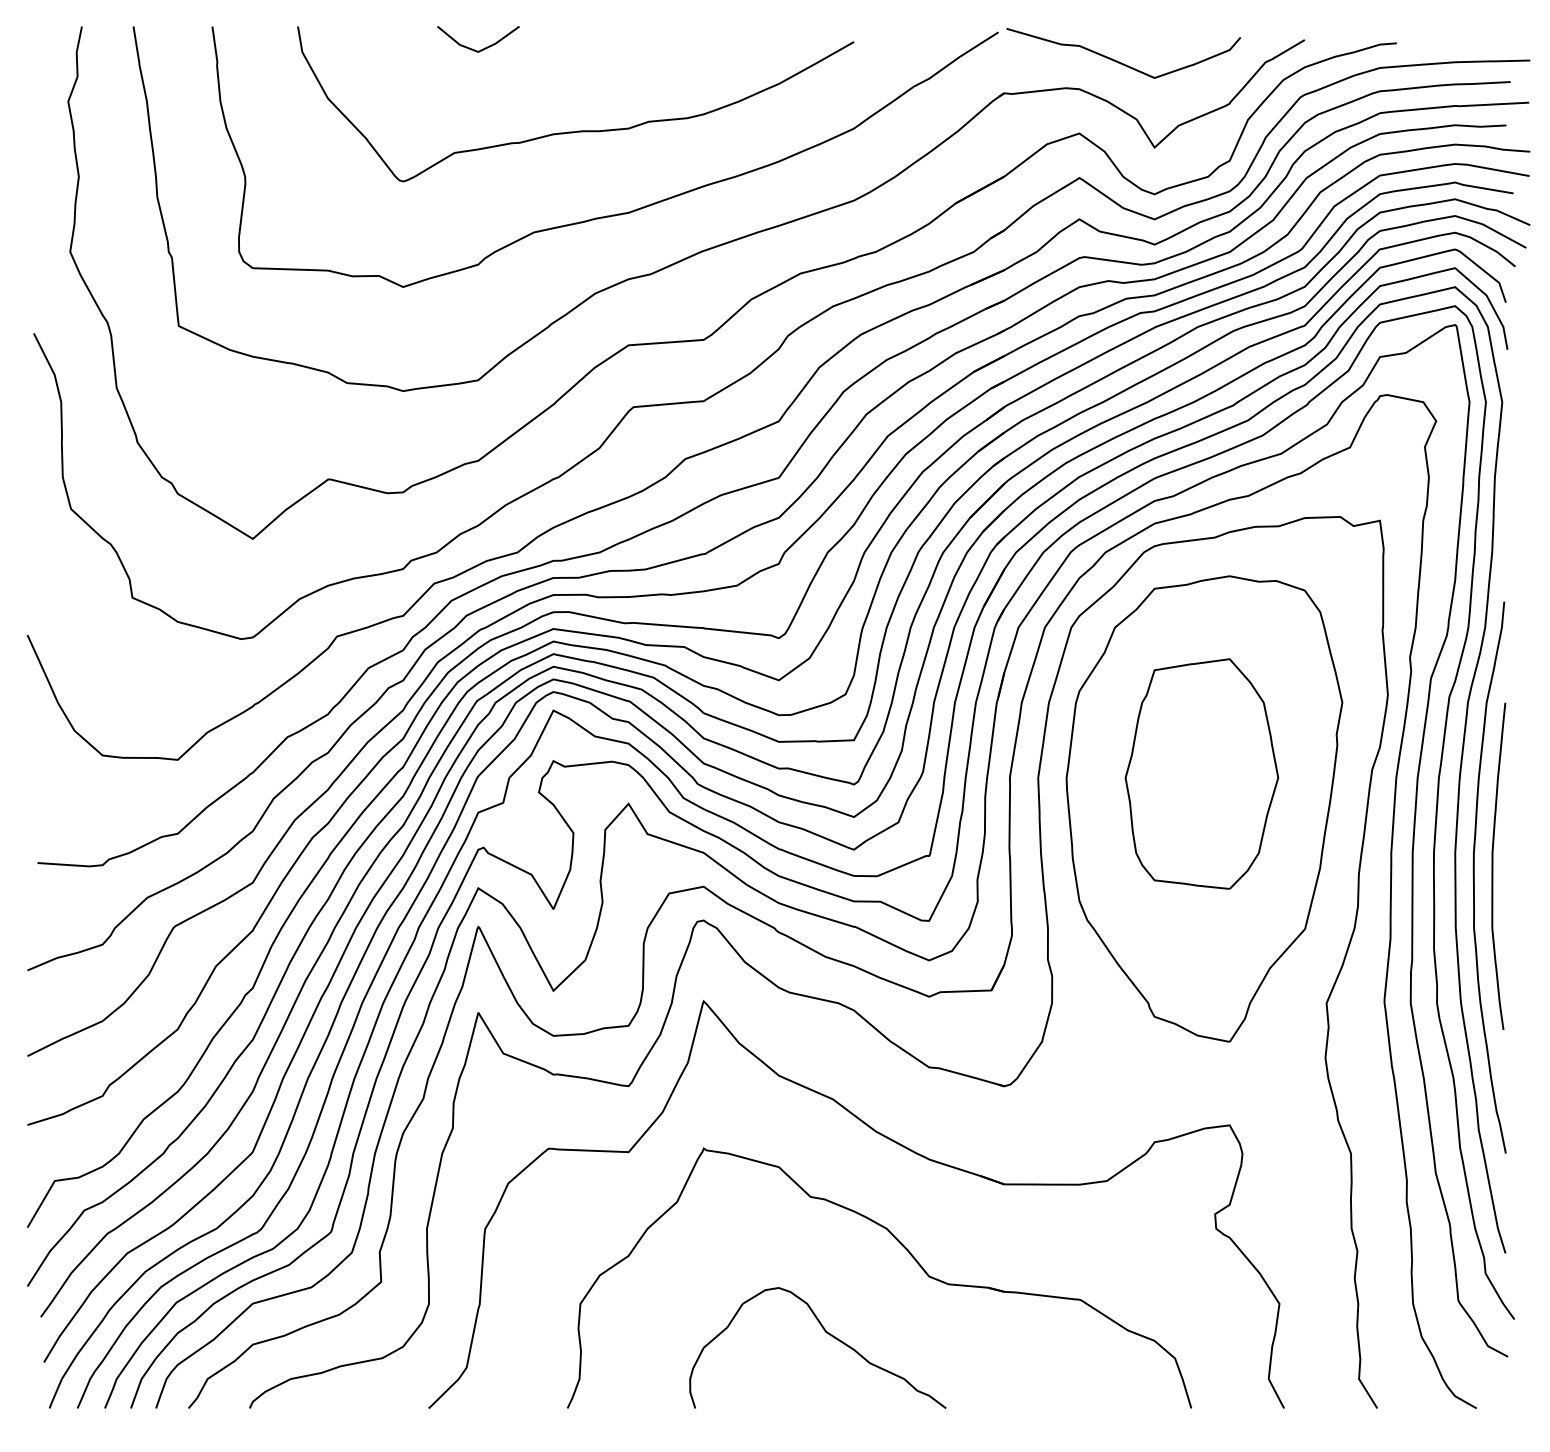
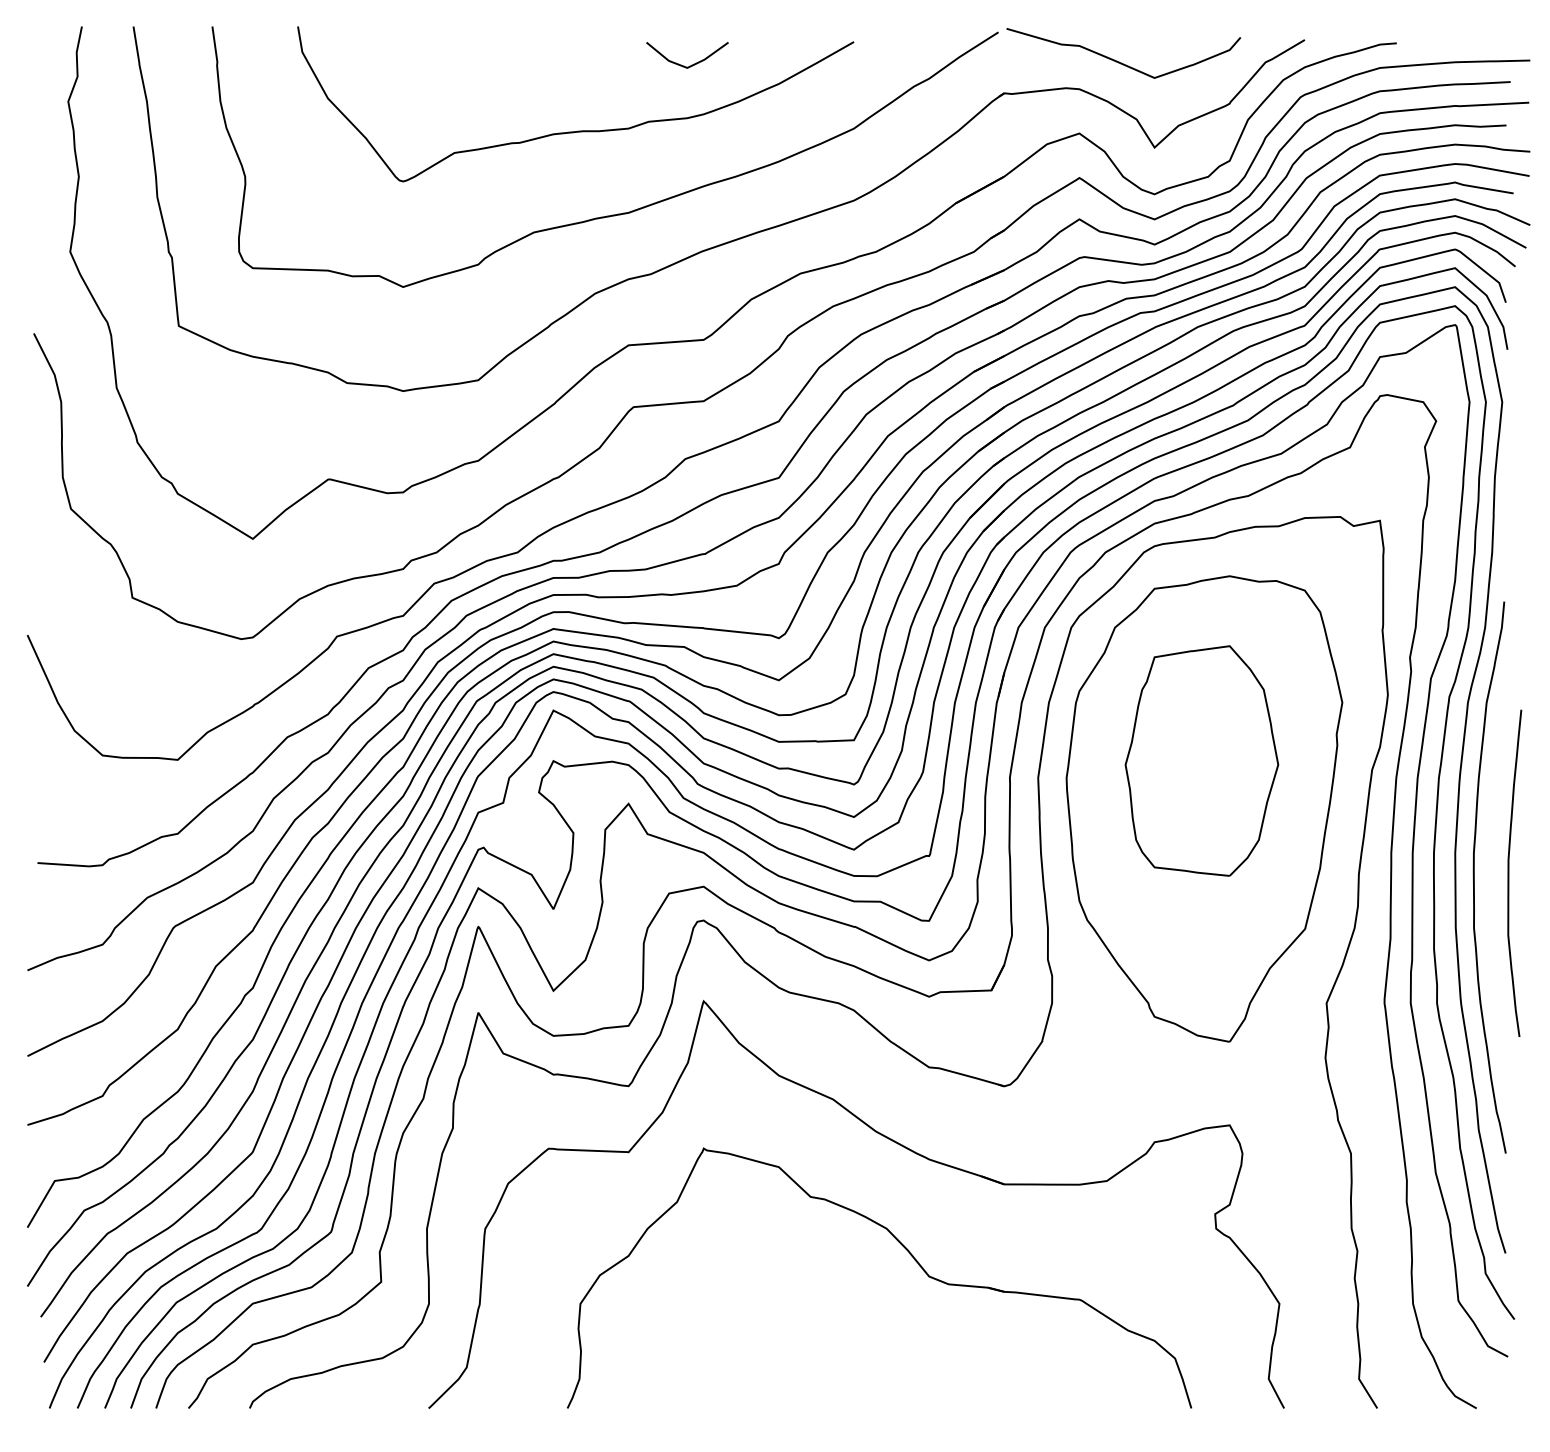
line at (482, 48) position: (482, 48) -> (691, 64)
part at (1201, 773) position: (1201, 773) -> (1201, 760)
curve at (1493, 865) position: (1493, 865) -> (1509, 872)
curve at (826, 1333): present -> none
